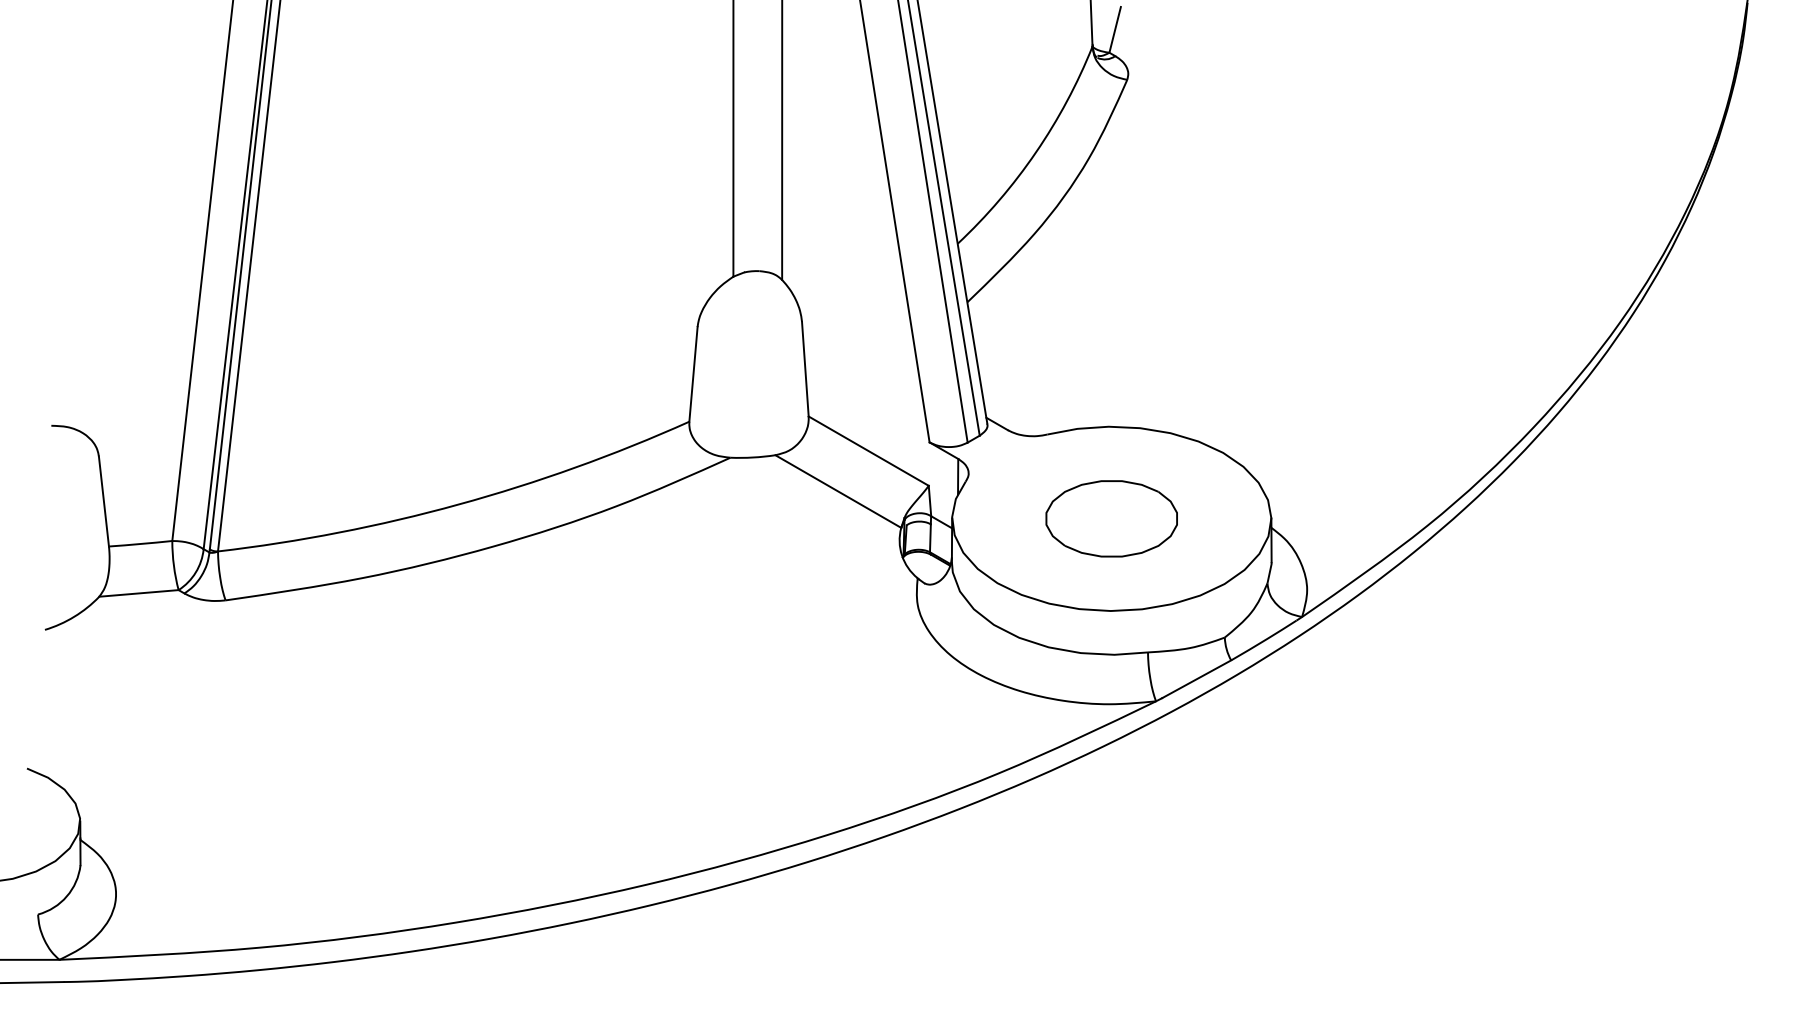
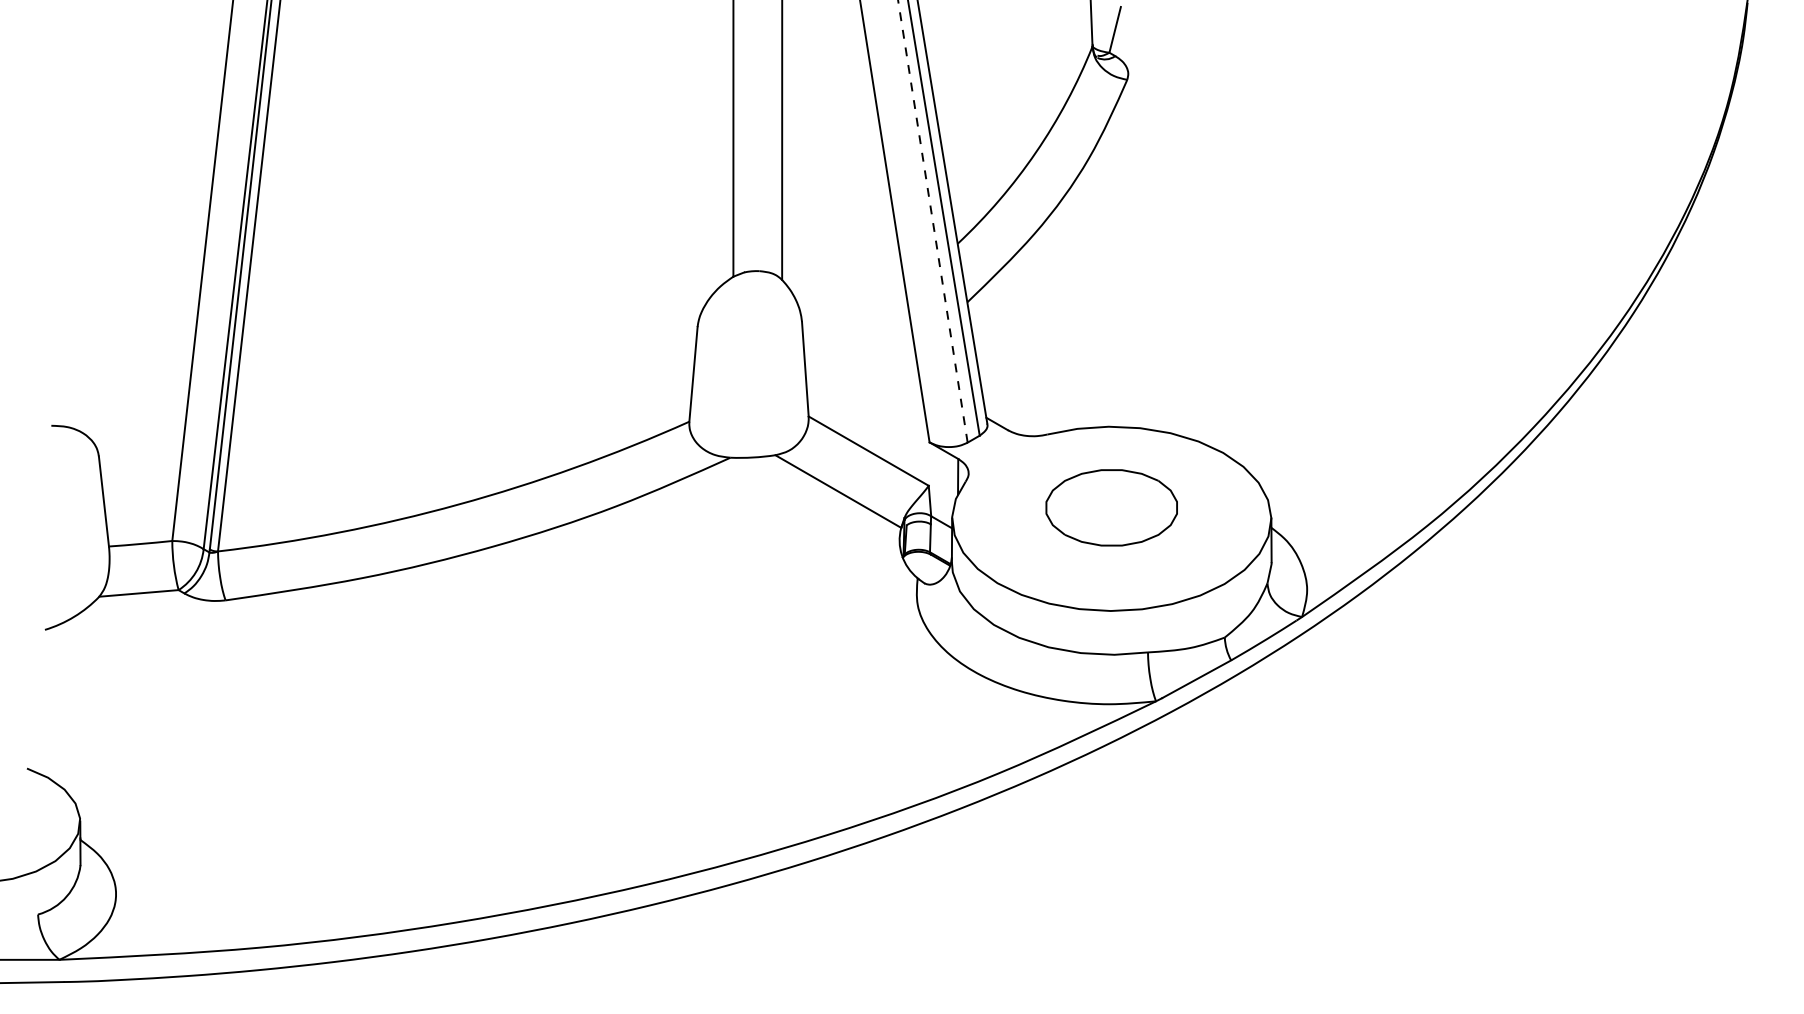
line at (932, 221): solid -> dashed
part at (1111, 518) position: (1111, 518) -> (1111, 507)
